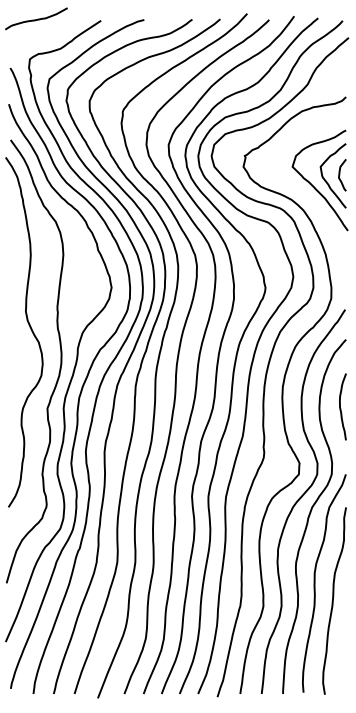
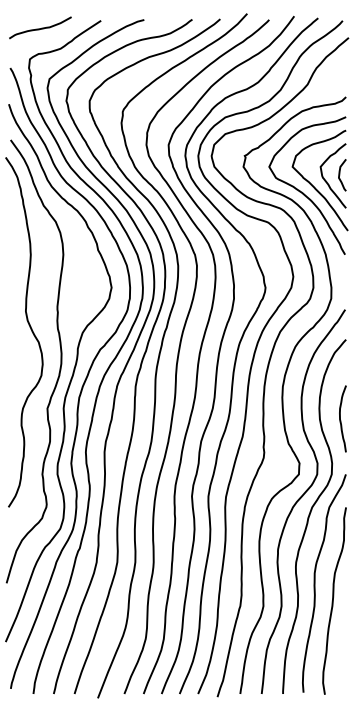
curve at (37, 18) position: (37, 18) -> (41, 27)
curve at (303, 192): none -> present
curve at (340, 406) position: (340, 406) -> (340, 418)
